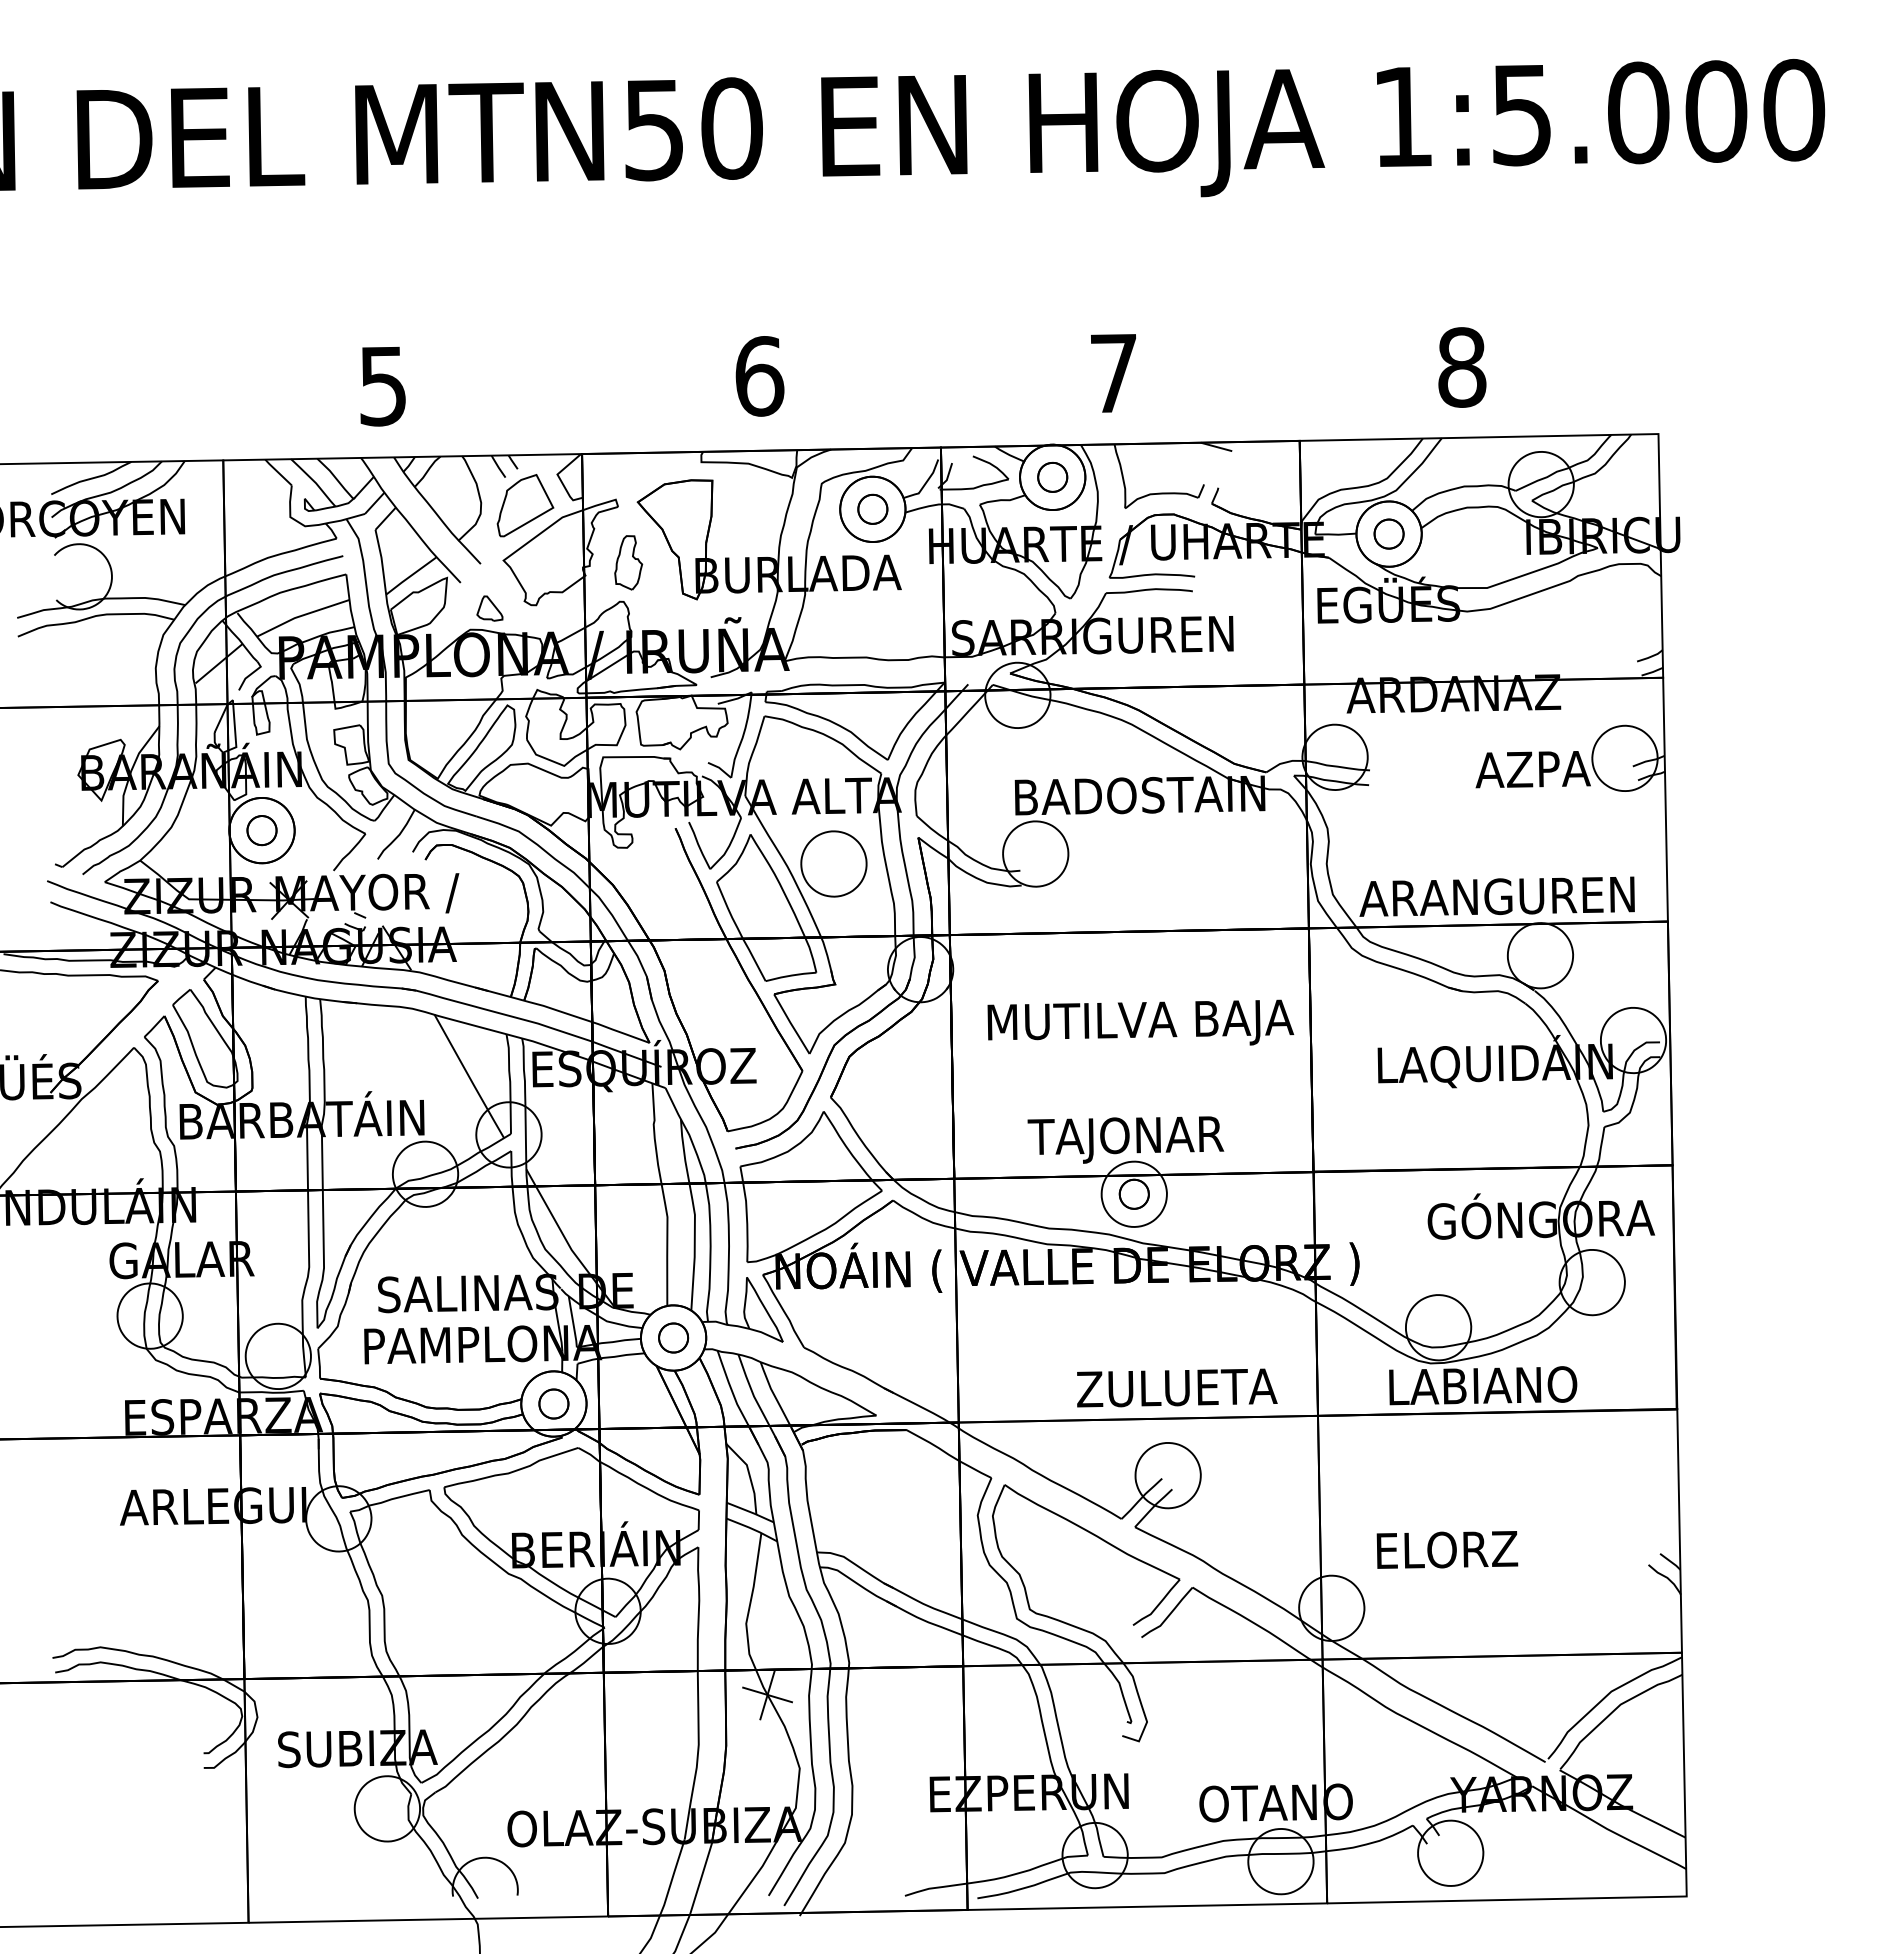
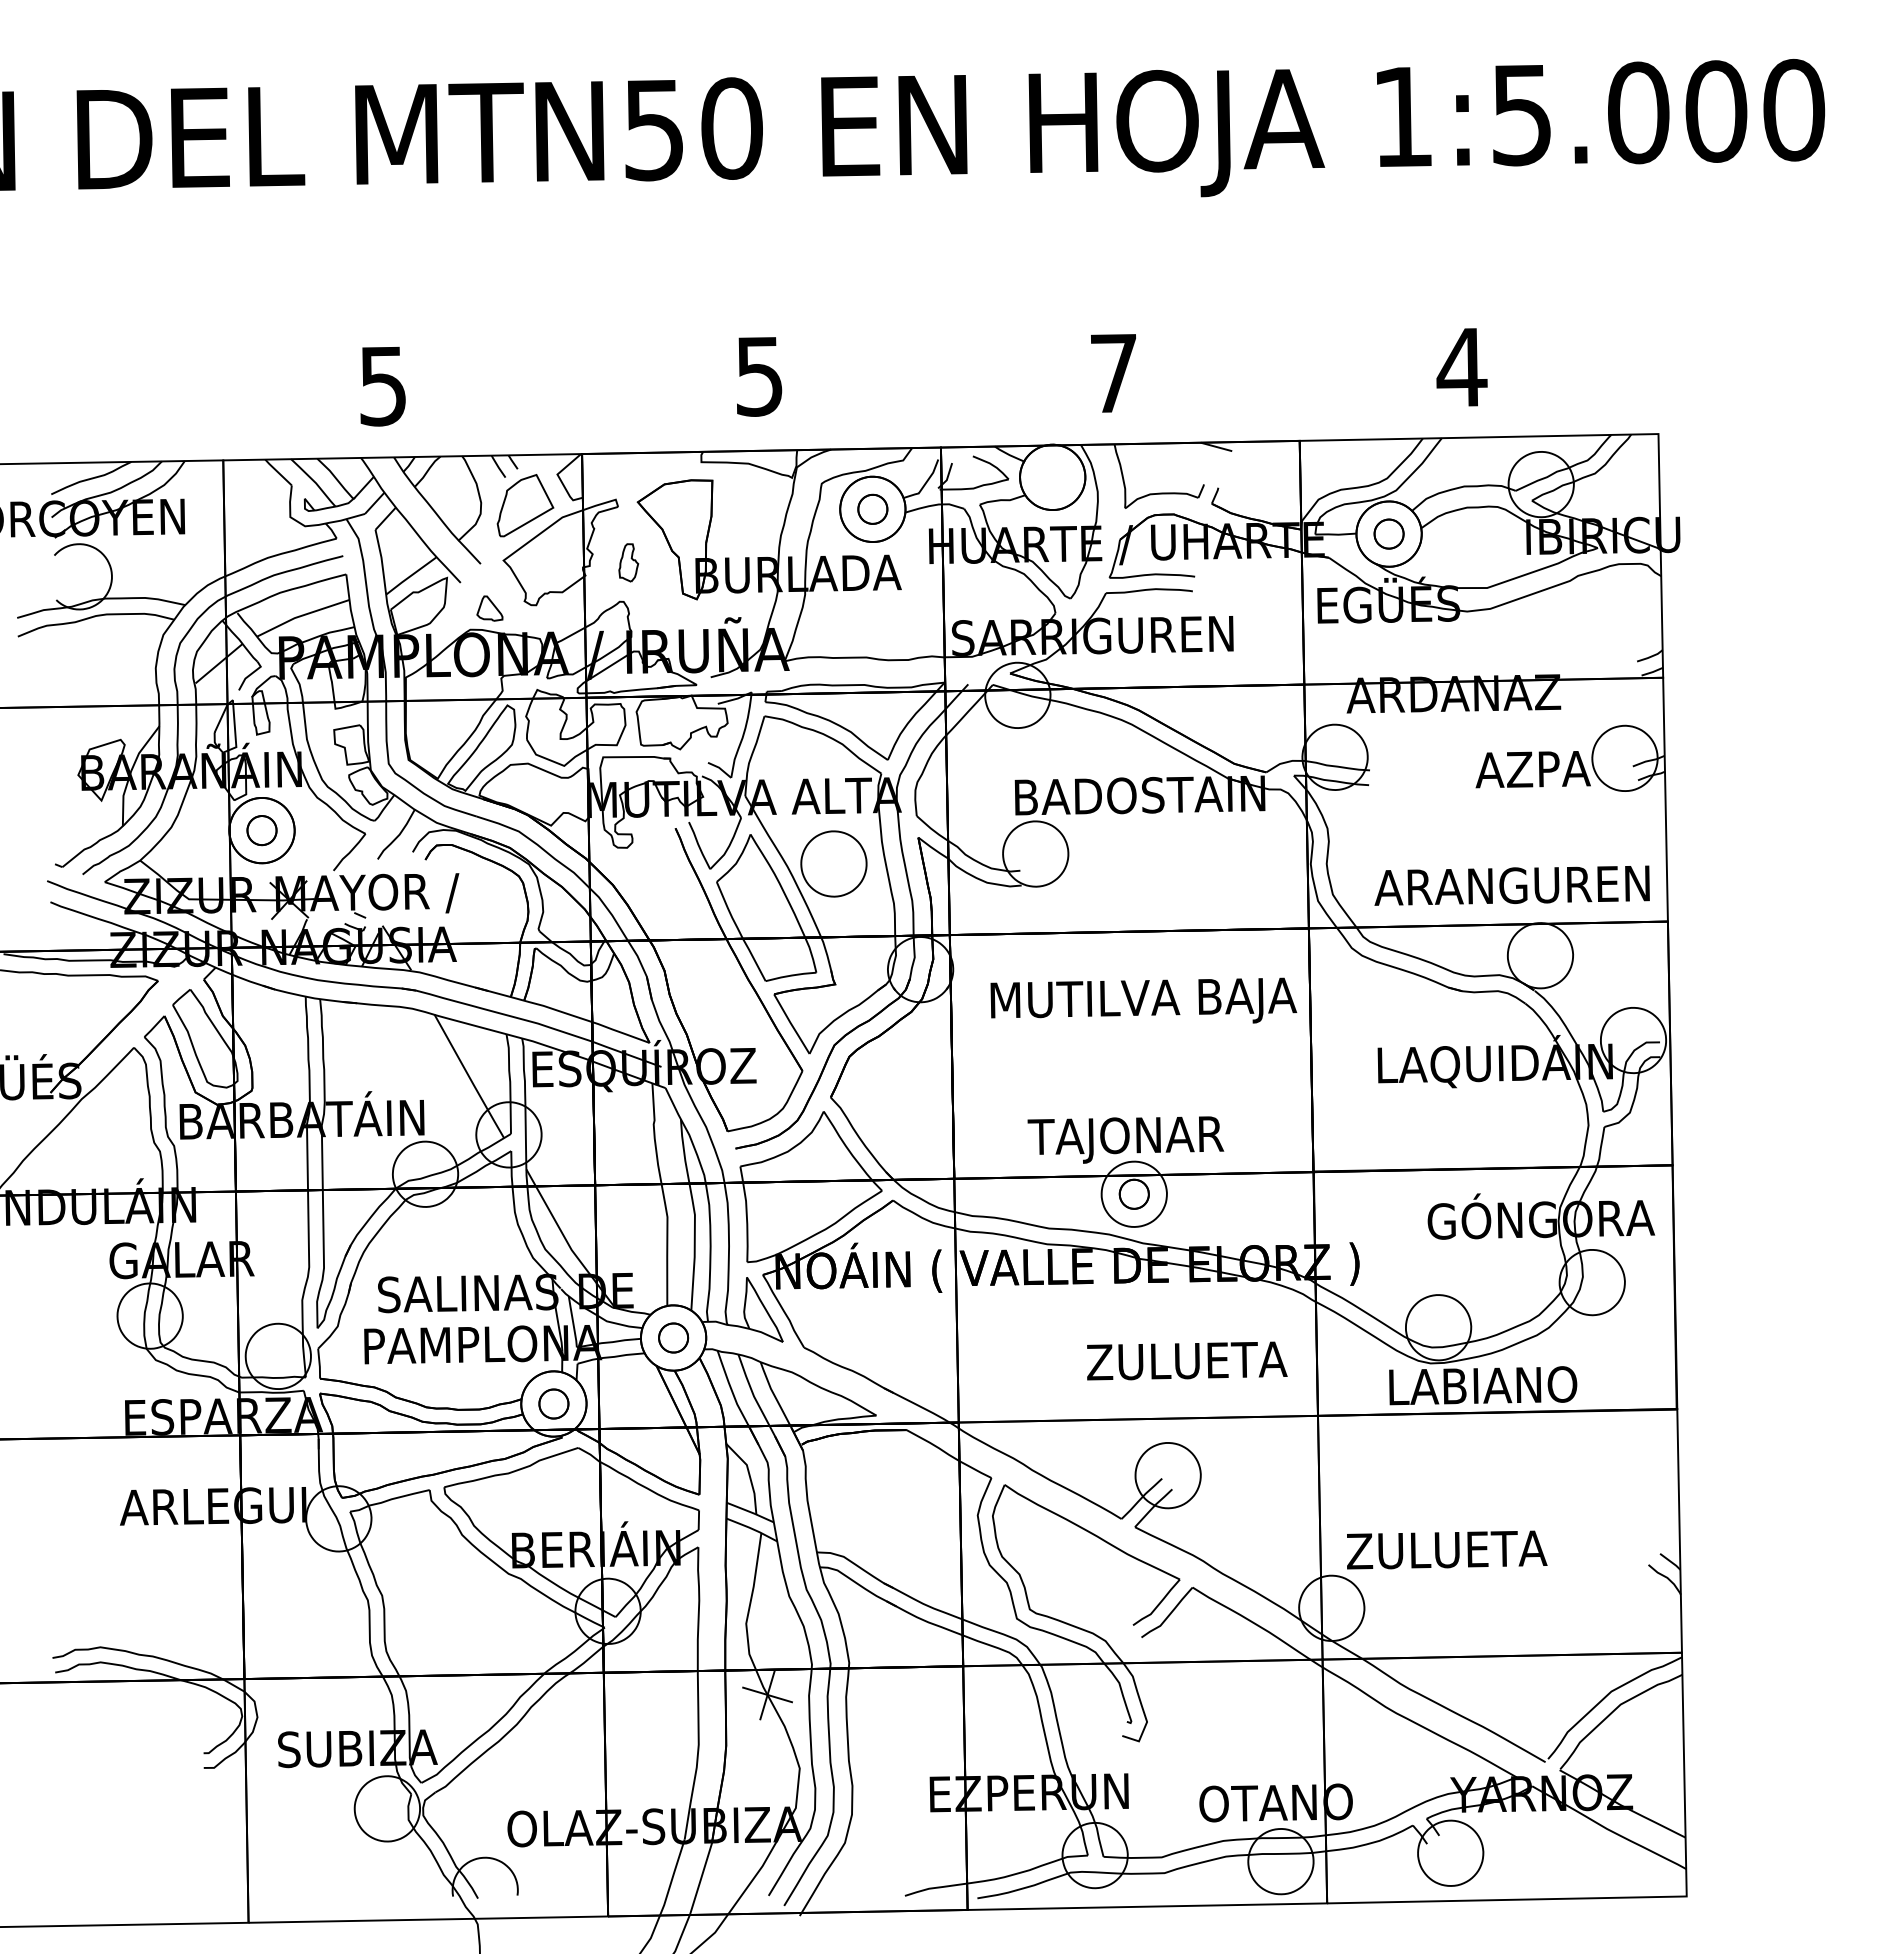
text at (1461, 367): 8 -> 4
text at (759, 376): 6 -> 5
part at (1052, 477): present -> none
part at (628, 562) size: 30x56 px -> 22x40 px
text at (1496, 896) position: (1496, 896) -> (1511, 885)
text at (1140, 1022) position: (1140, 1022) -> (1143, 1000)
text at (1177, 1387) position: (1177, 1387) -> (1187, 1360)
text at (1447, 1549): ELORZ -> ZULUETA
